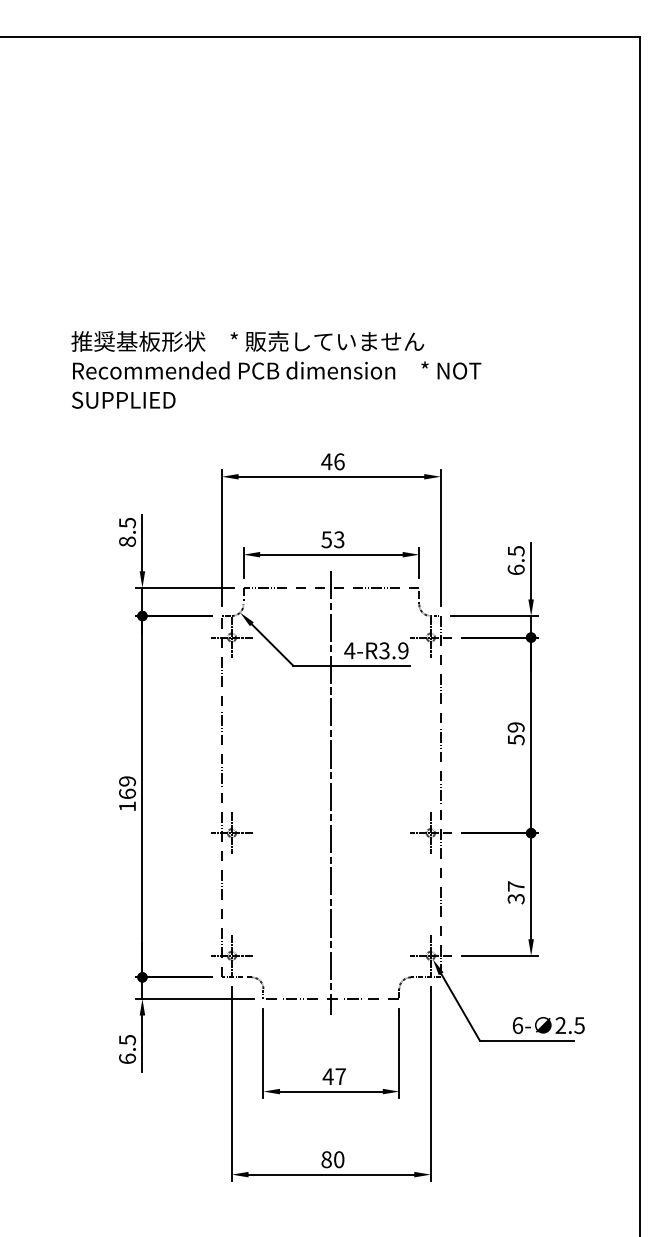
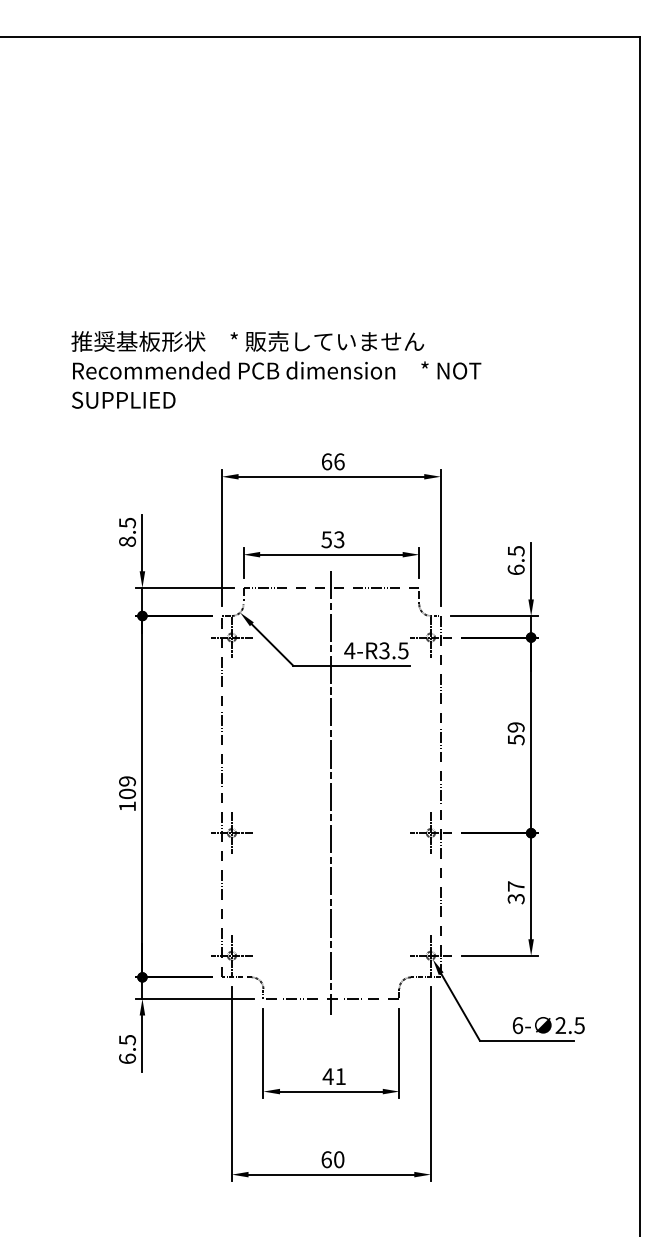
text at (326, 461): 46 -> 66
text at (403, 650): 4-R3.9 -> 4-R3.5
text at (127, 793): 169 -> 109
text at (340, 1076): 47 -> 41
text at (326, 1159): 80 -> 60
